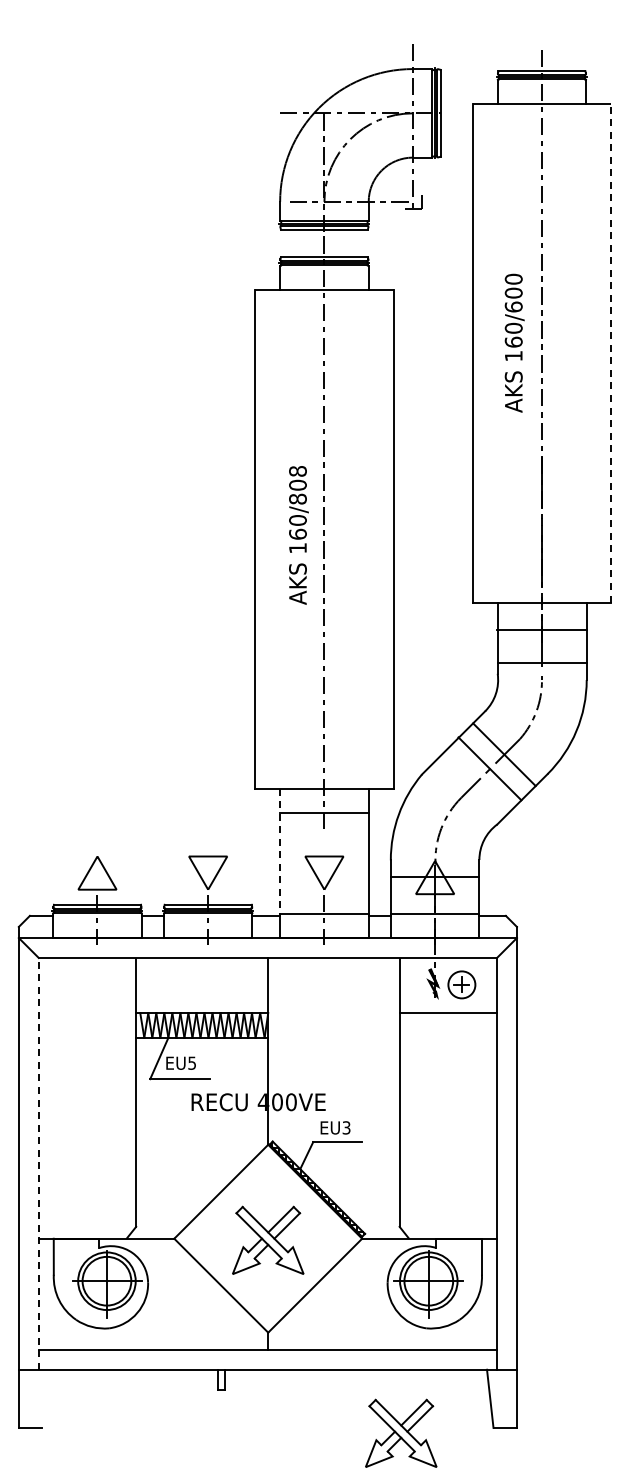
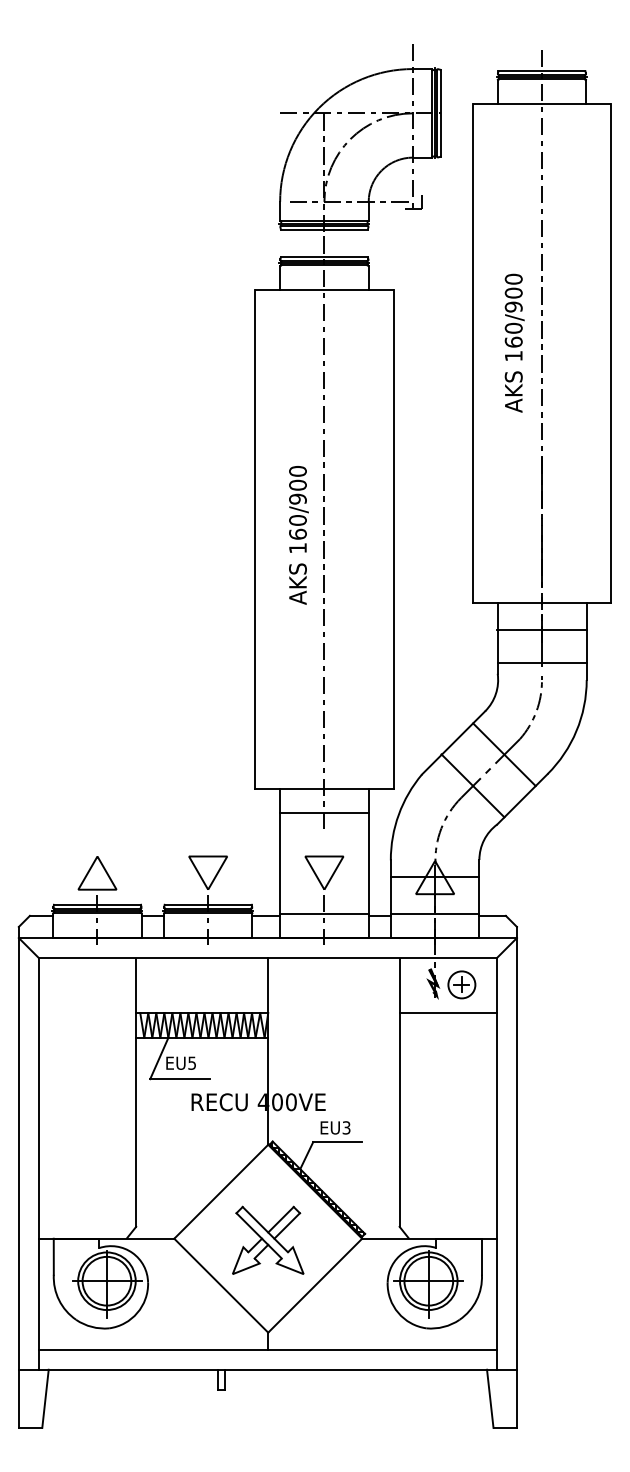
text at (513, 306): 160/600 -> 160/900
line at (611, 353): dashed -> solid
text at (297, 485): 160/808 -> 160/900
line at (489, 768) position: (489, 768) -> (472, 785)
line at (280, 851): dashed -> solid
line at (38, 1163): dashed -> solid
line at (45, 1398): none -> present
part at (401, 1432): present -> none
